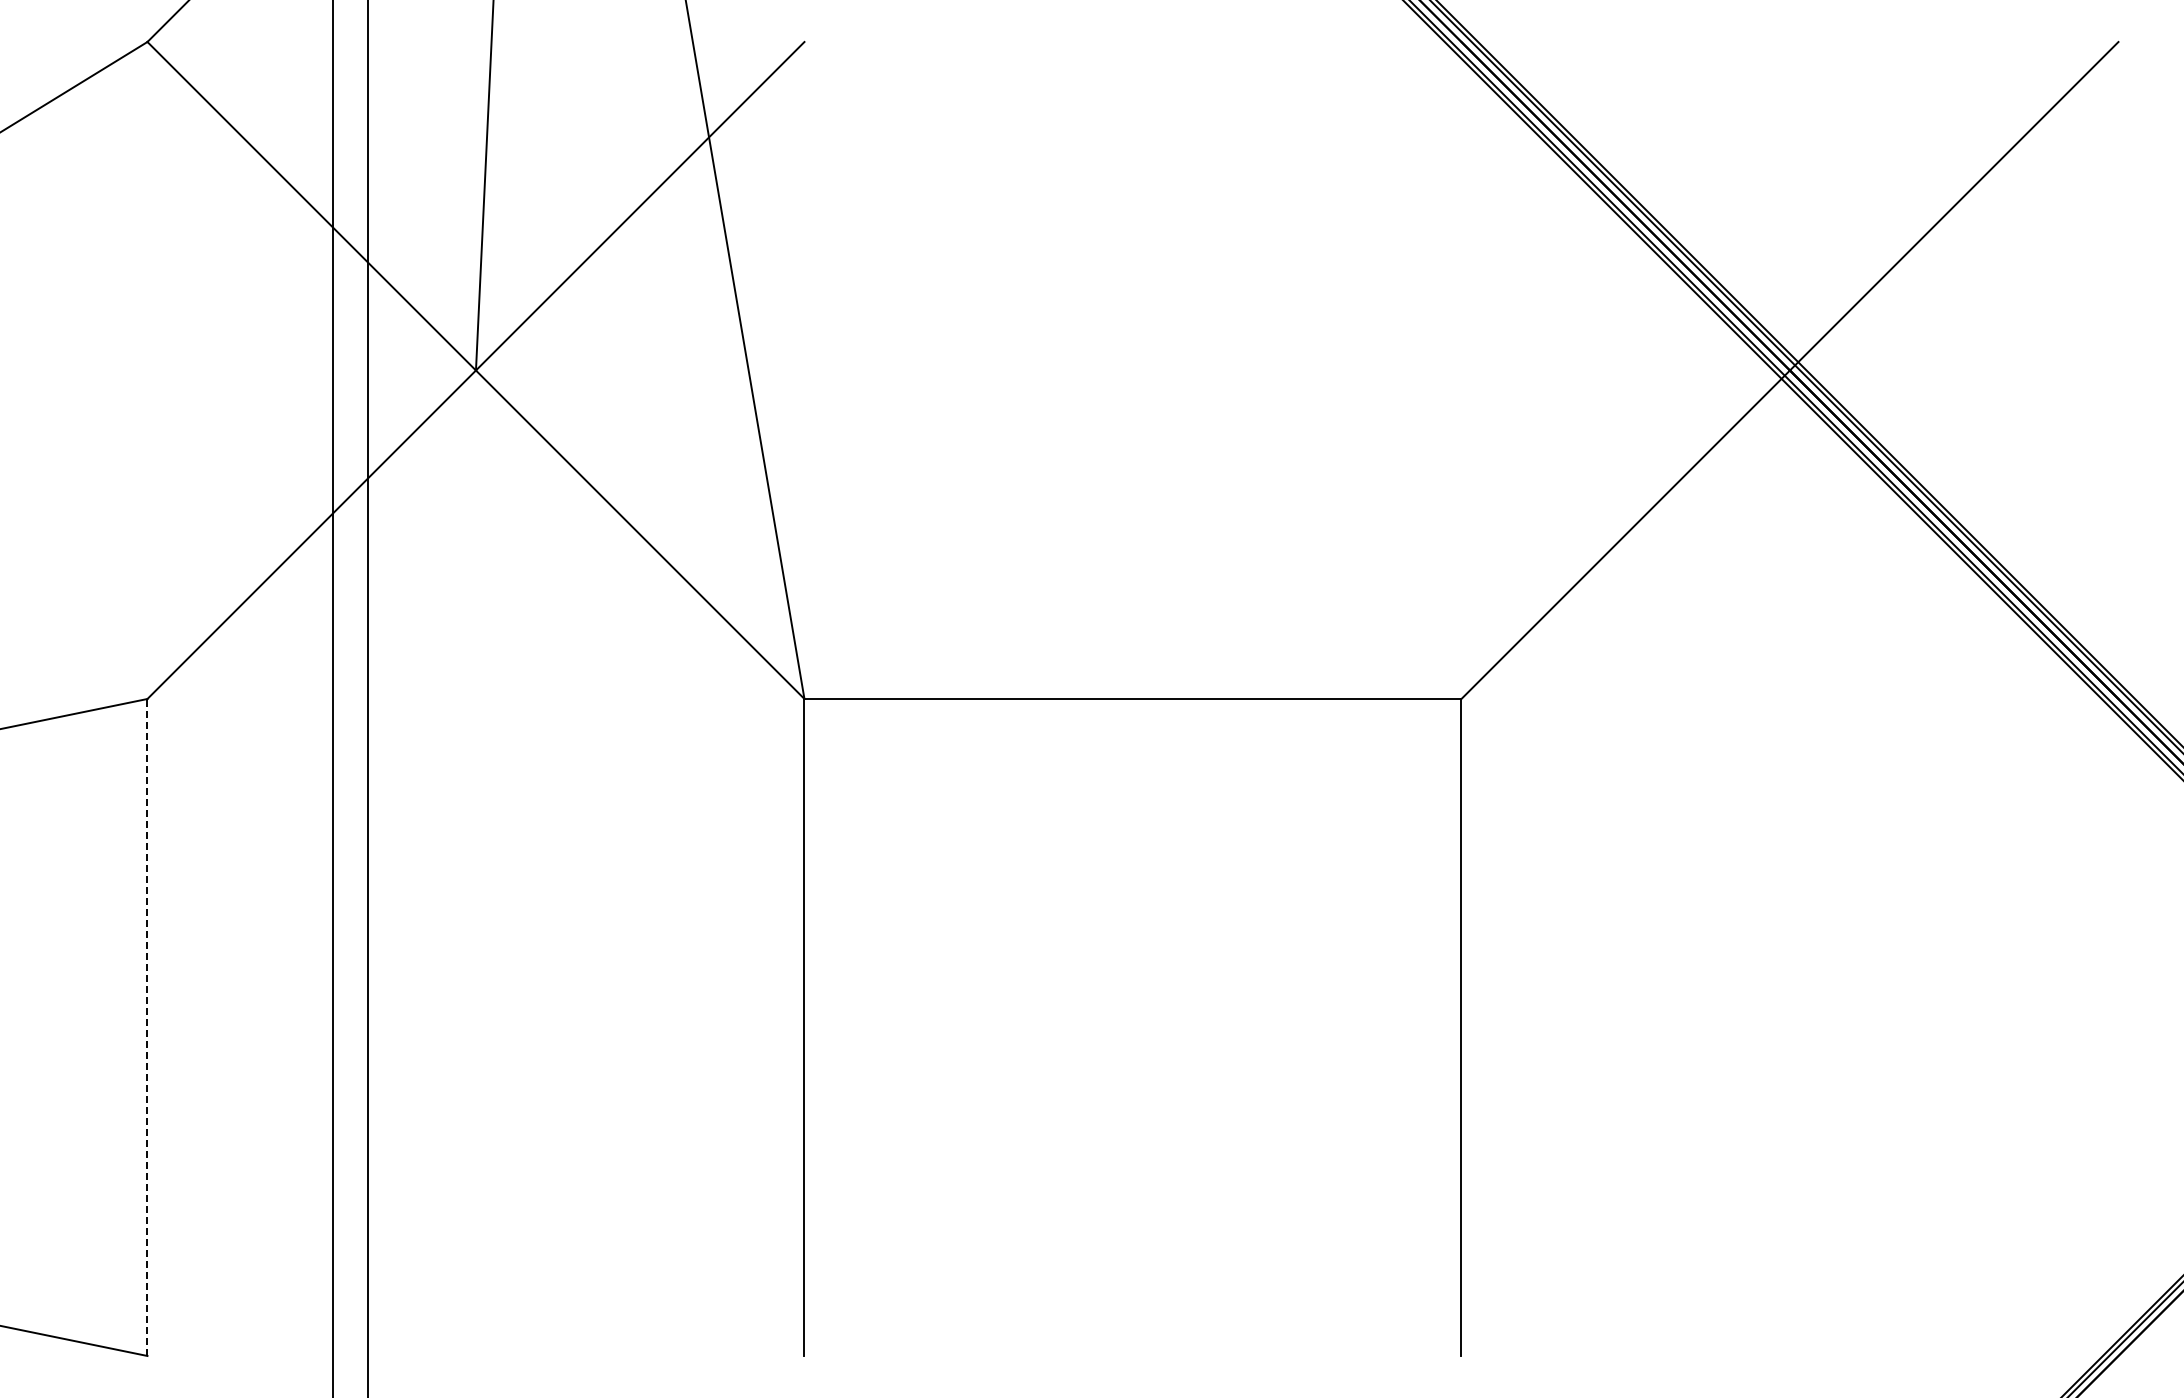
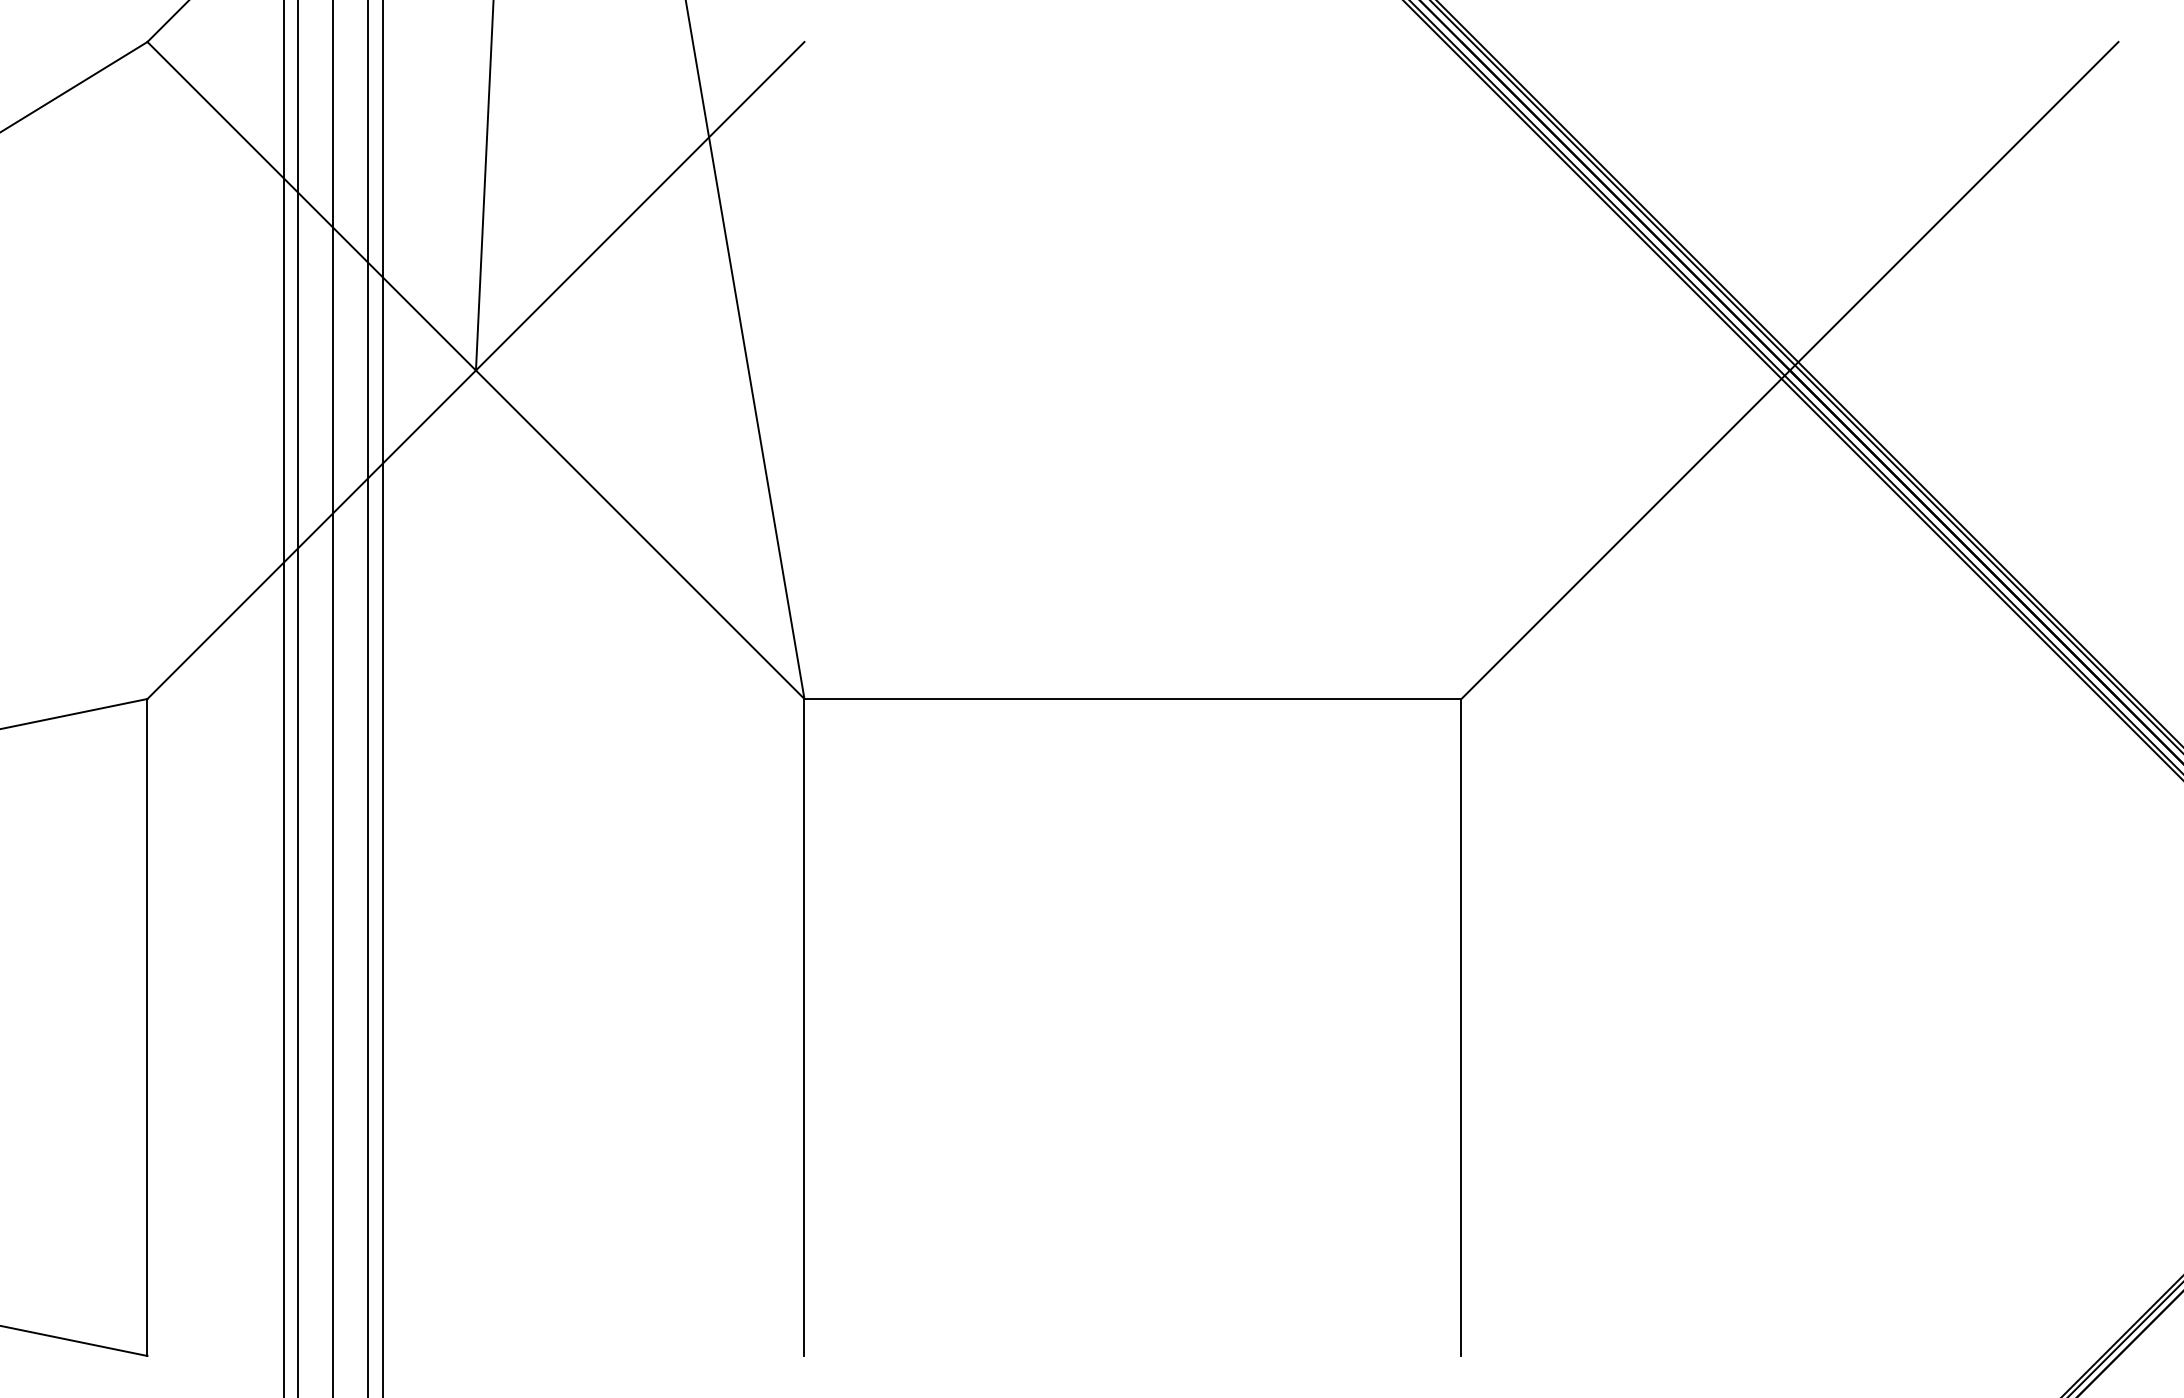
line at (283, 698): none -> present
line at (298, 698): none -> present
line at (382, 698): none -> present
line at (147, 1026): dashed -> solid
